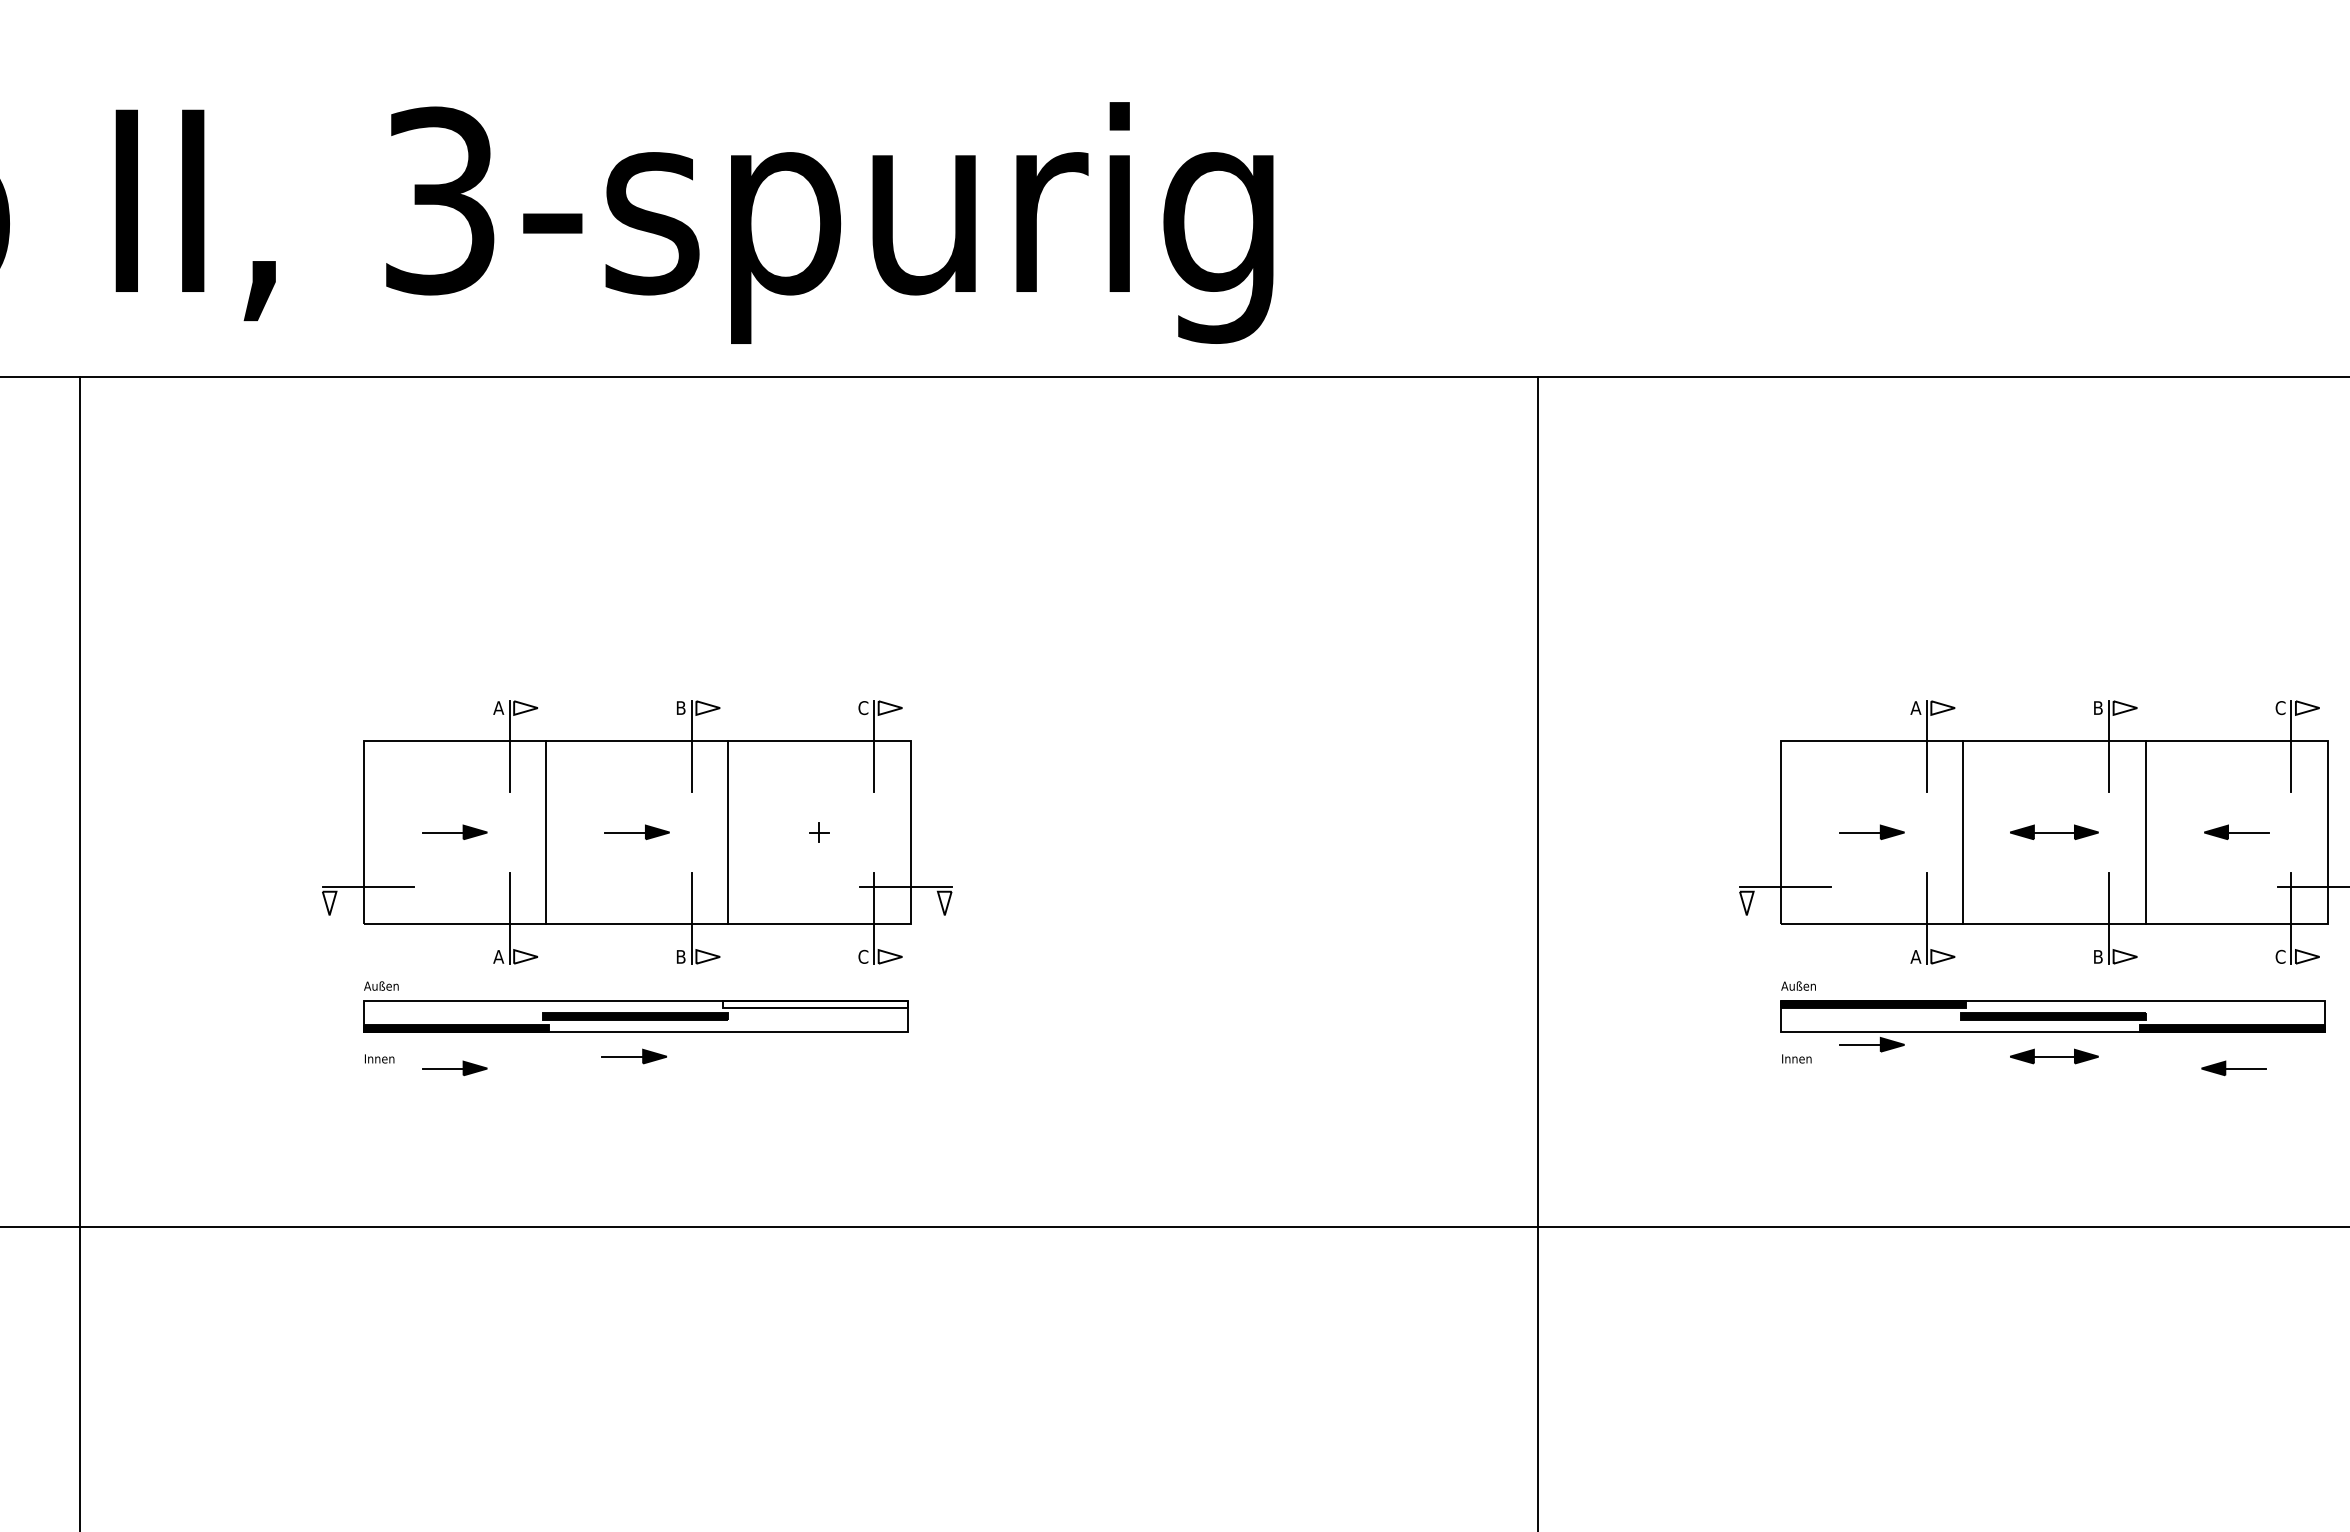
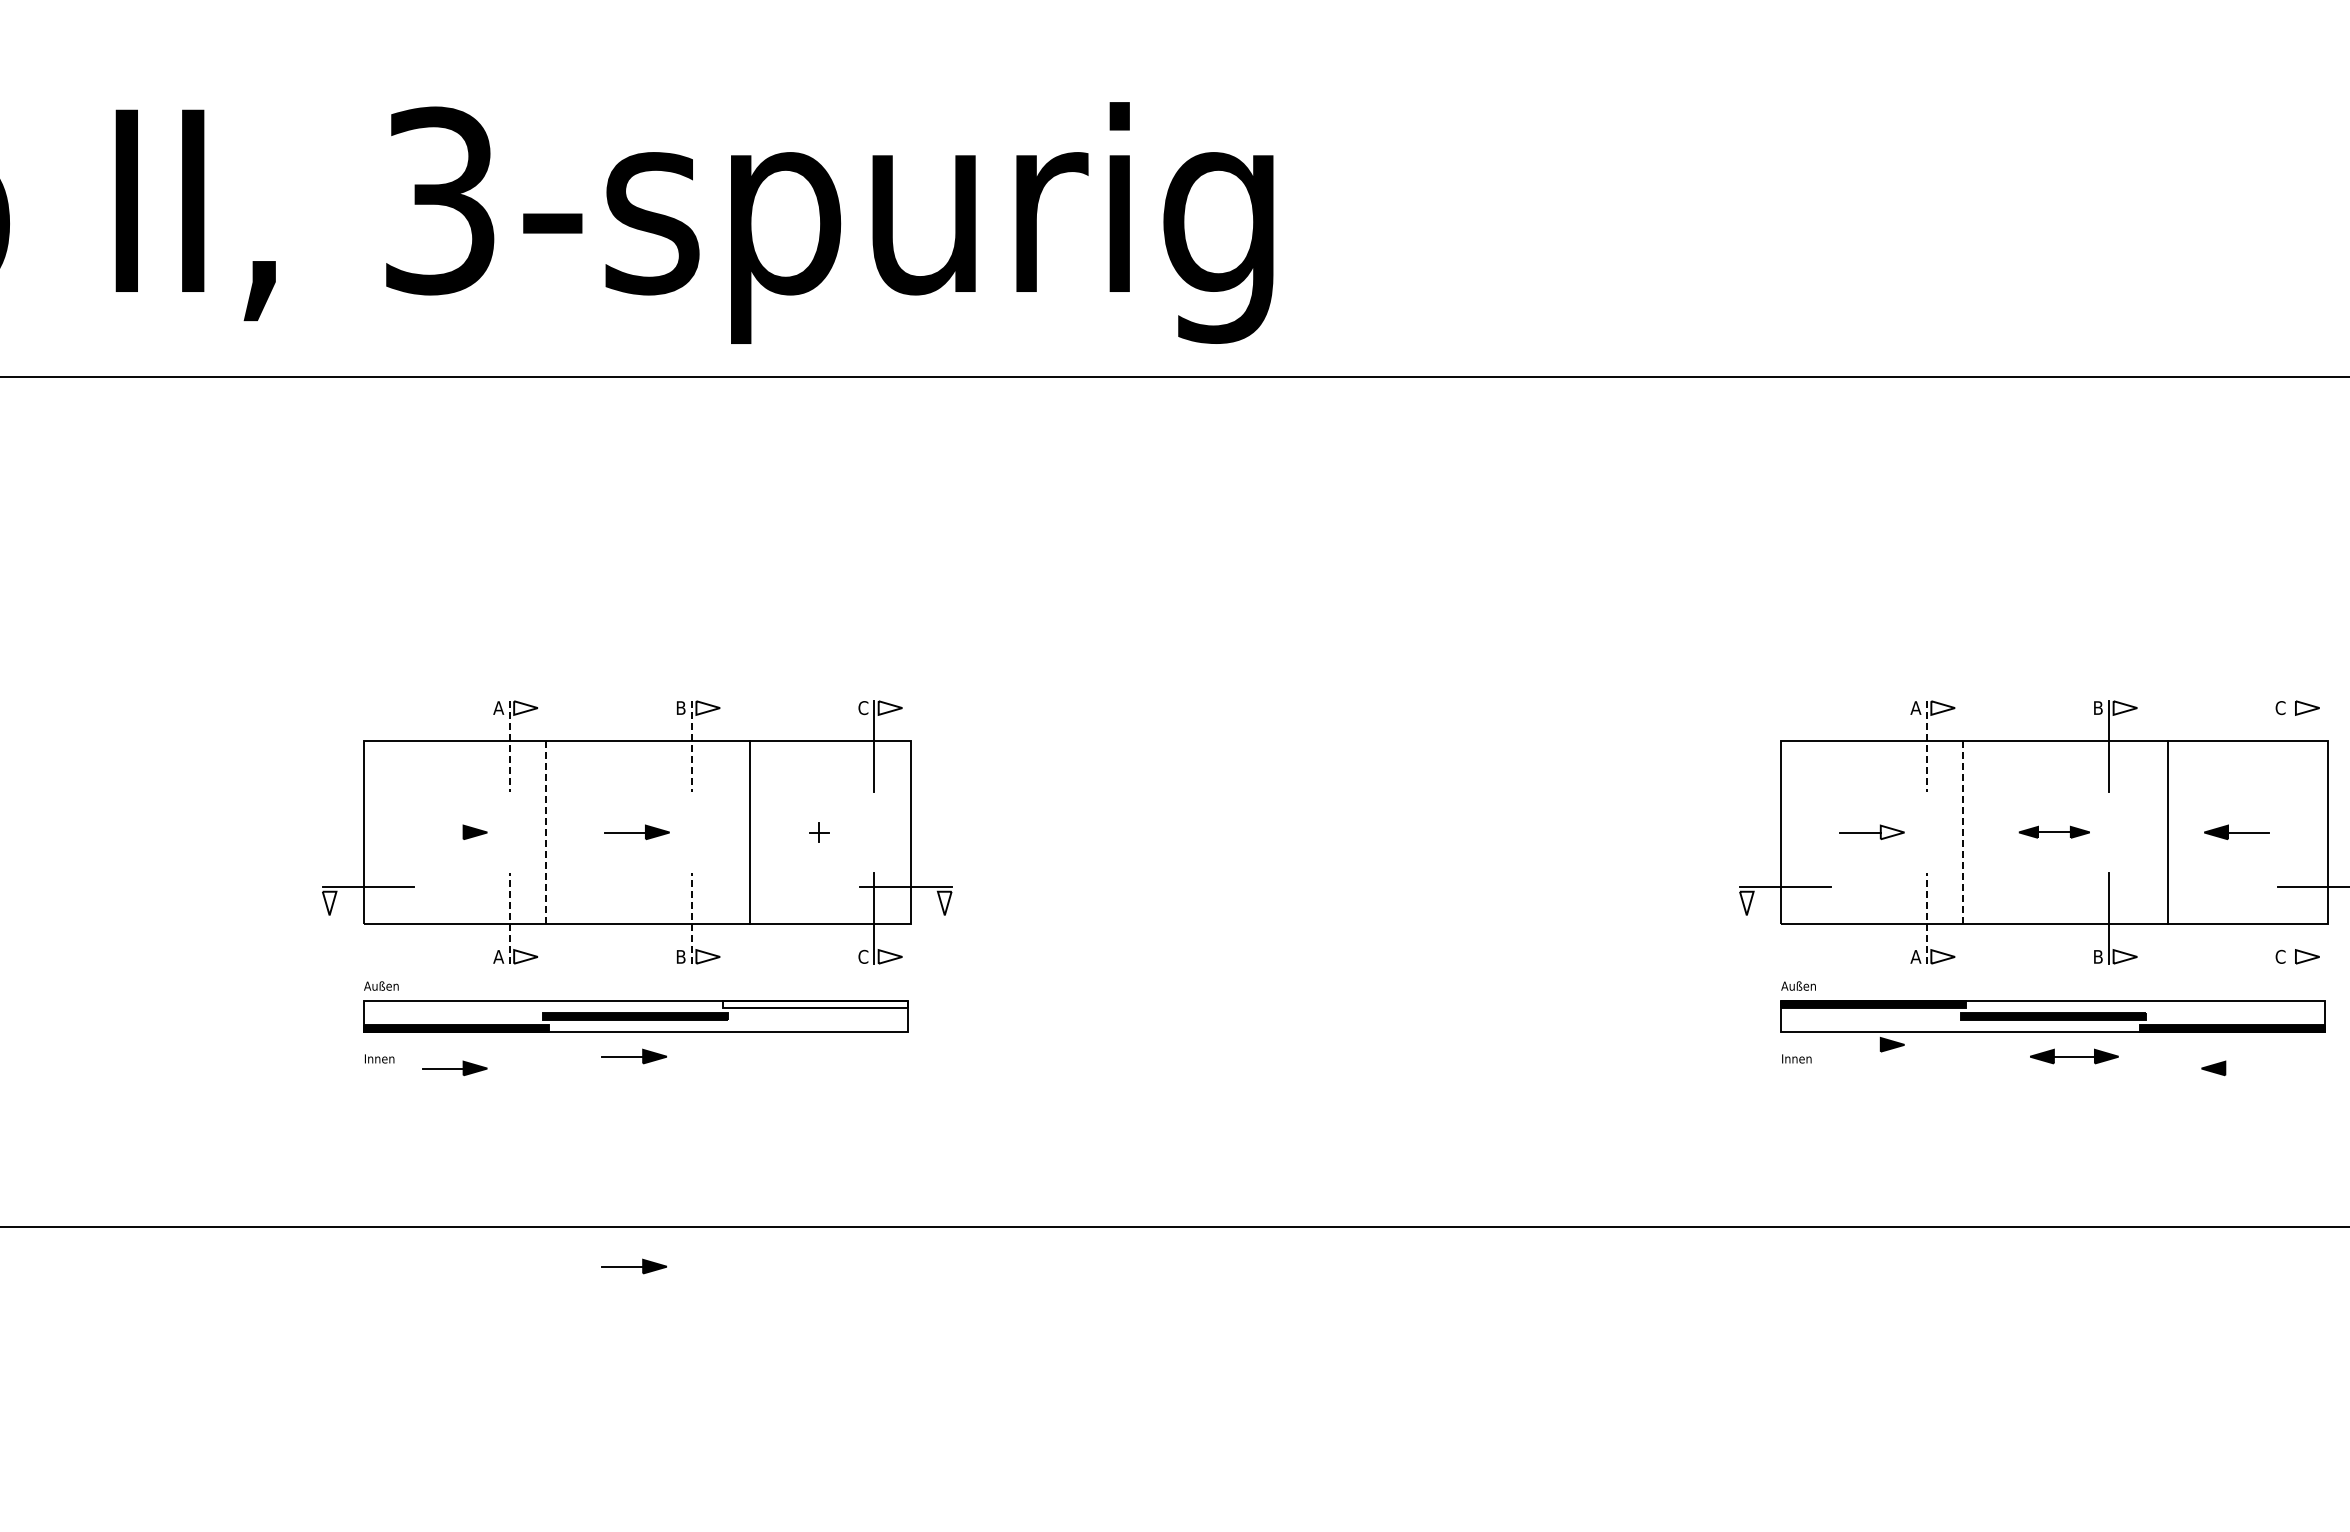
line at (509, 746): solid -> dashed
line at (691, 746): solid -> dashed
line at (1926, 746): solid -> dashed
line at (2291, 746): present -> none
part at (2054, 831) size: 89x16 px -> 72x14 px
line at (442, 832): present -> none
line at (728, 832) position: (728, 832) -> (750, 832)
fill at (1892, 832): present -> none
line at (2145, 832) position: (2145, 832) -> (2167, 832)
line at (546, 833): solid -> dashed
line at (1963, 833): solid -> dashed
line at (2291, 917): present -> none
line at (509, 918): solid -> dashed
line at (691, 918): solid -> dashed
line at (1926, 918): solid -> dashed
line at (79, 952): present -> none
line at (1537, 952): present -> none
line at (1859, 1044): present -> none
part at (2054, 1056) position: (2054, 1056) -> (2074, 1056)
line at (2245, 1068): present -> none
part at (633, 1266): none -> present
